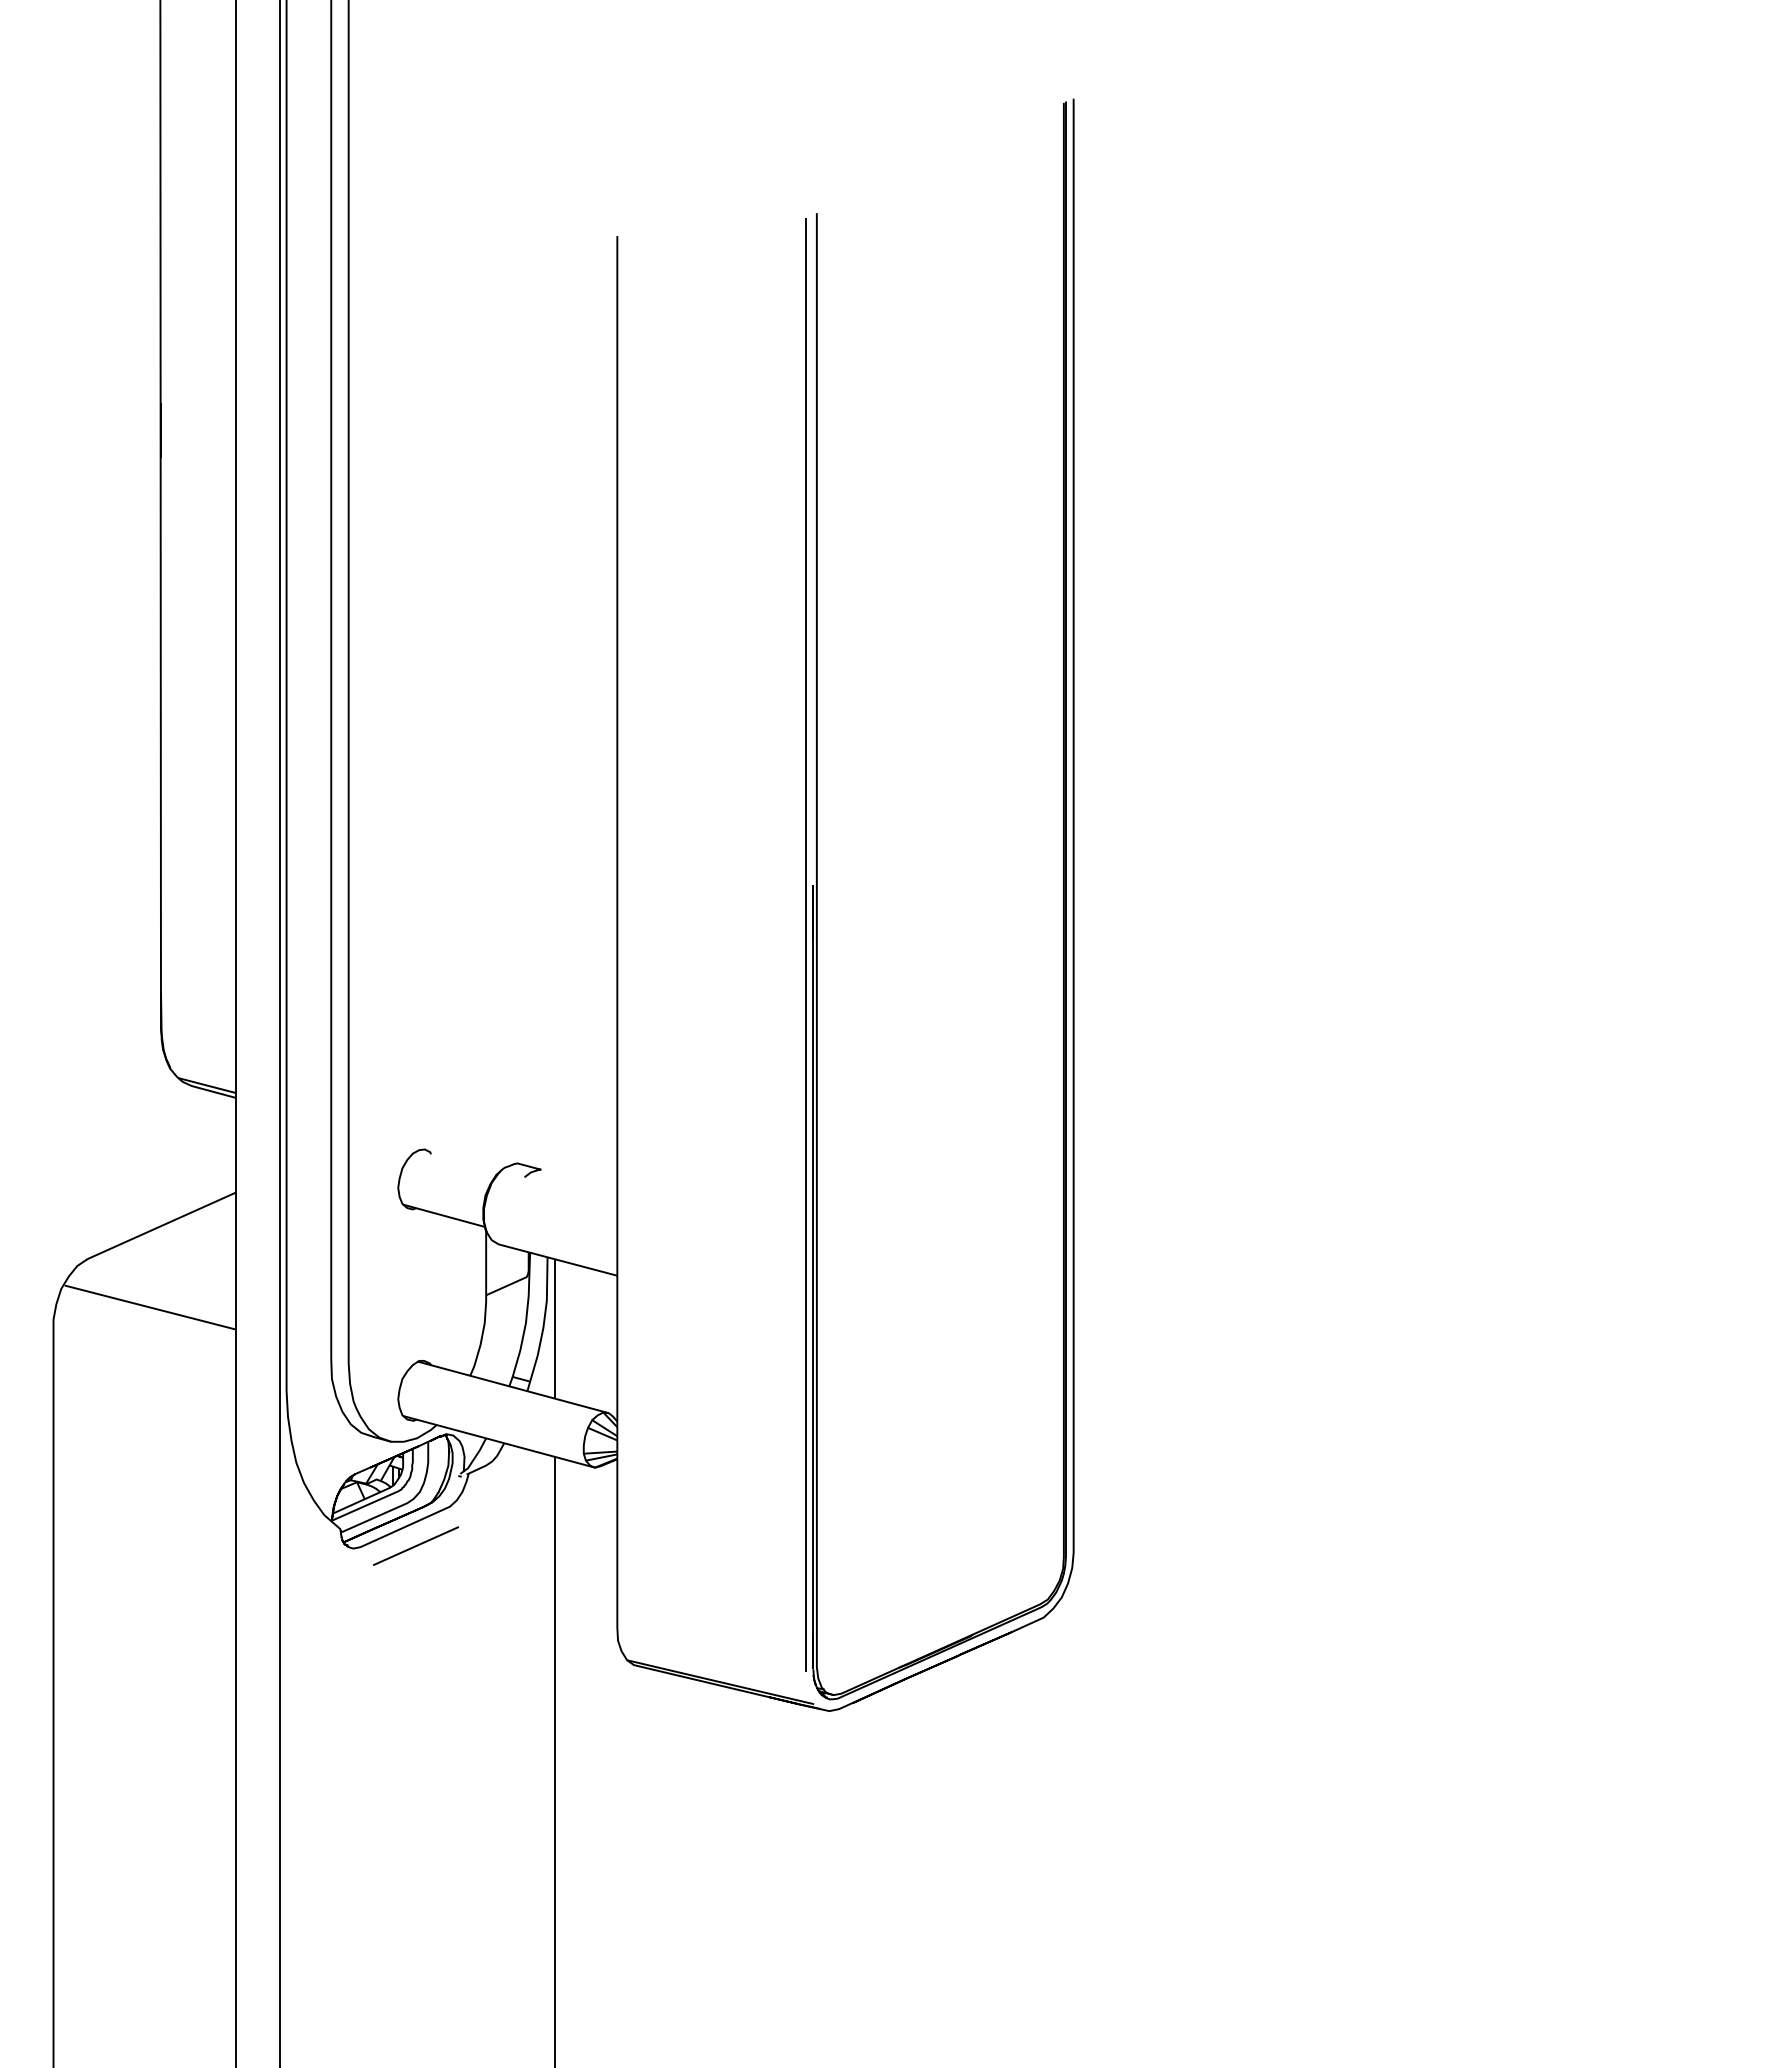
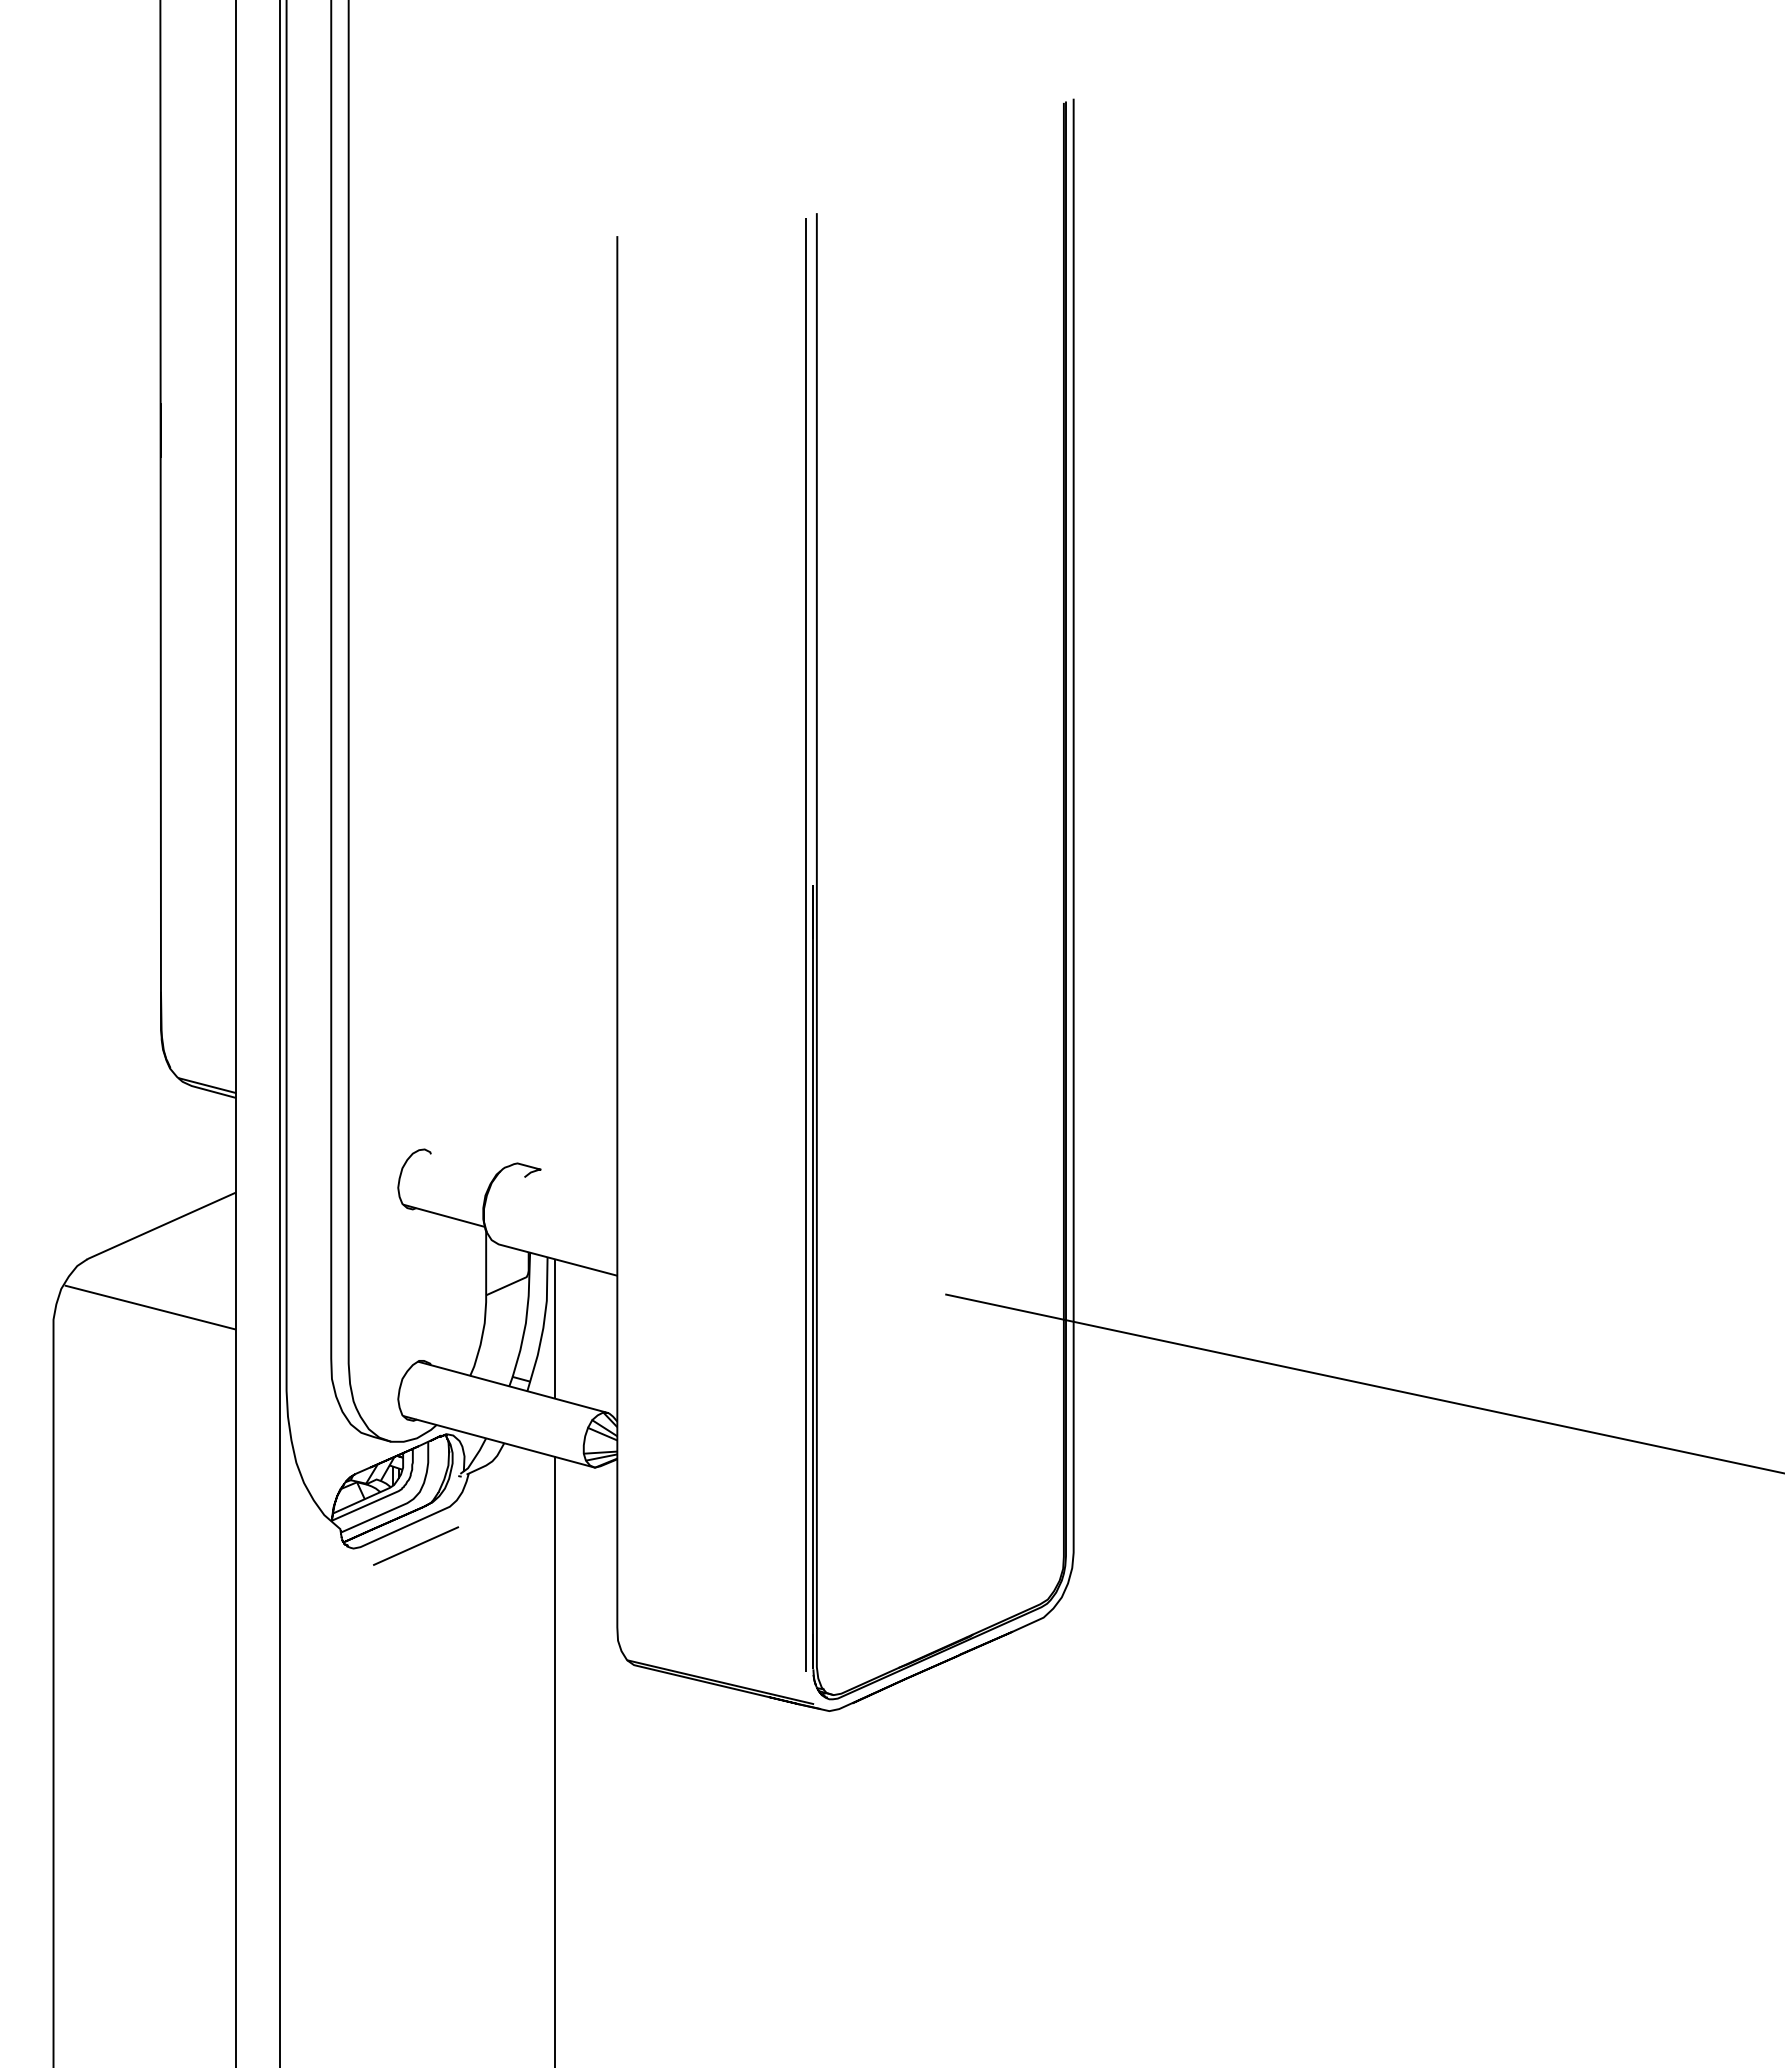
line at (1363, 1383): none -> present
